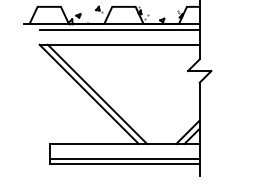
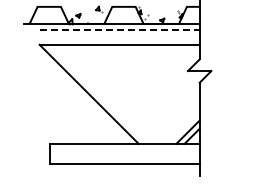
line at (120, 30): solid -> dashed
line at (97, 93): present -> none
line at (124, 158): present -> none
